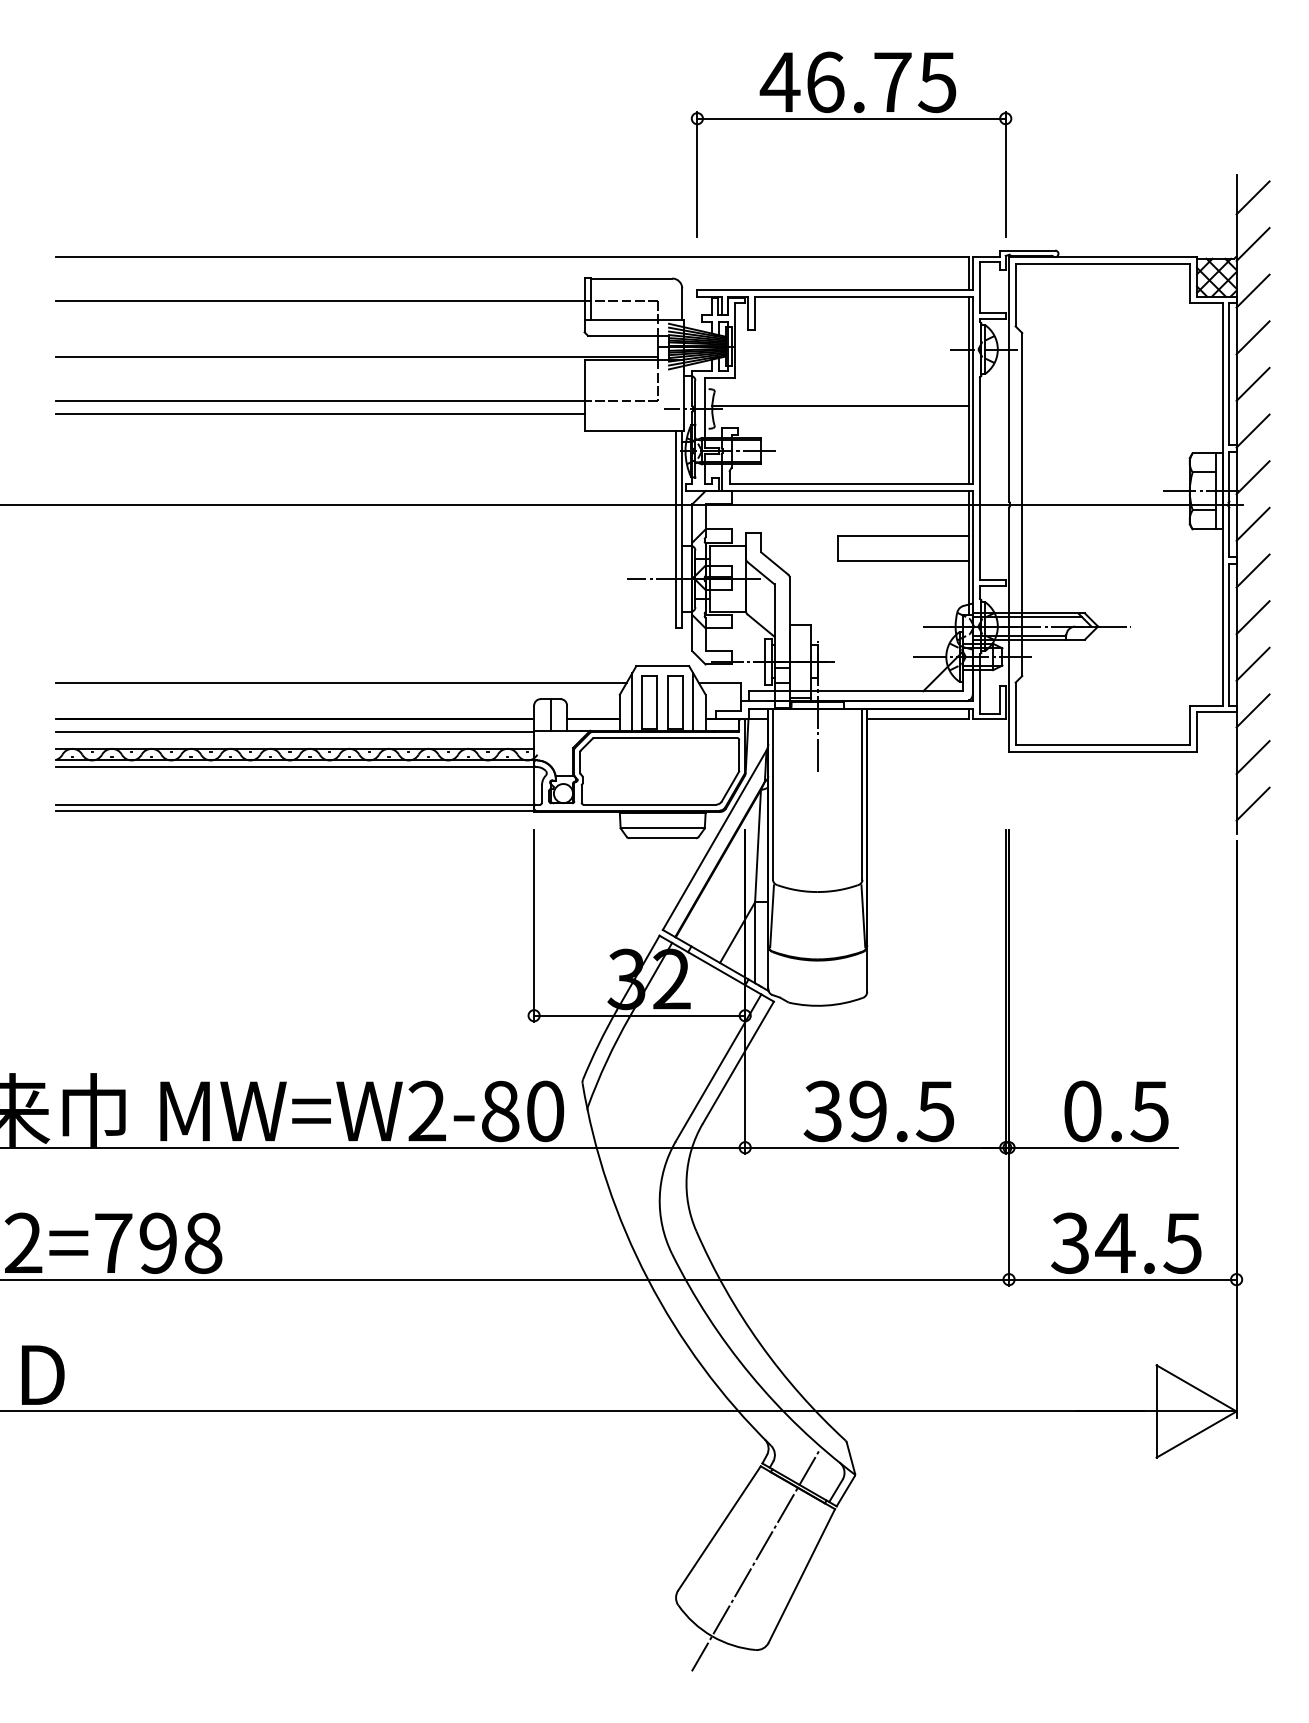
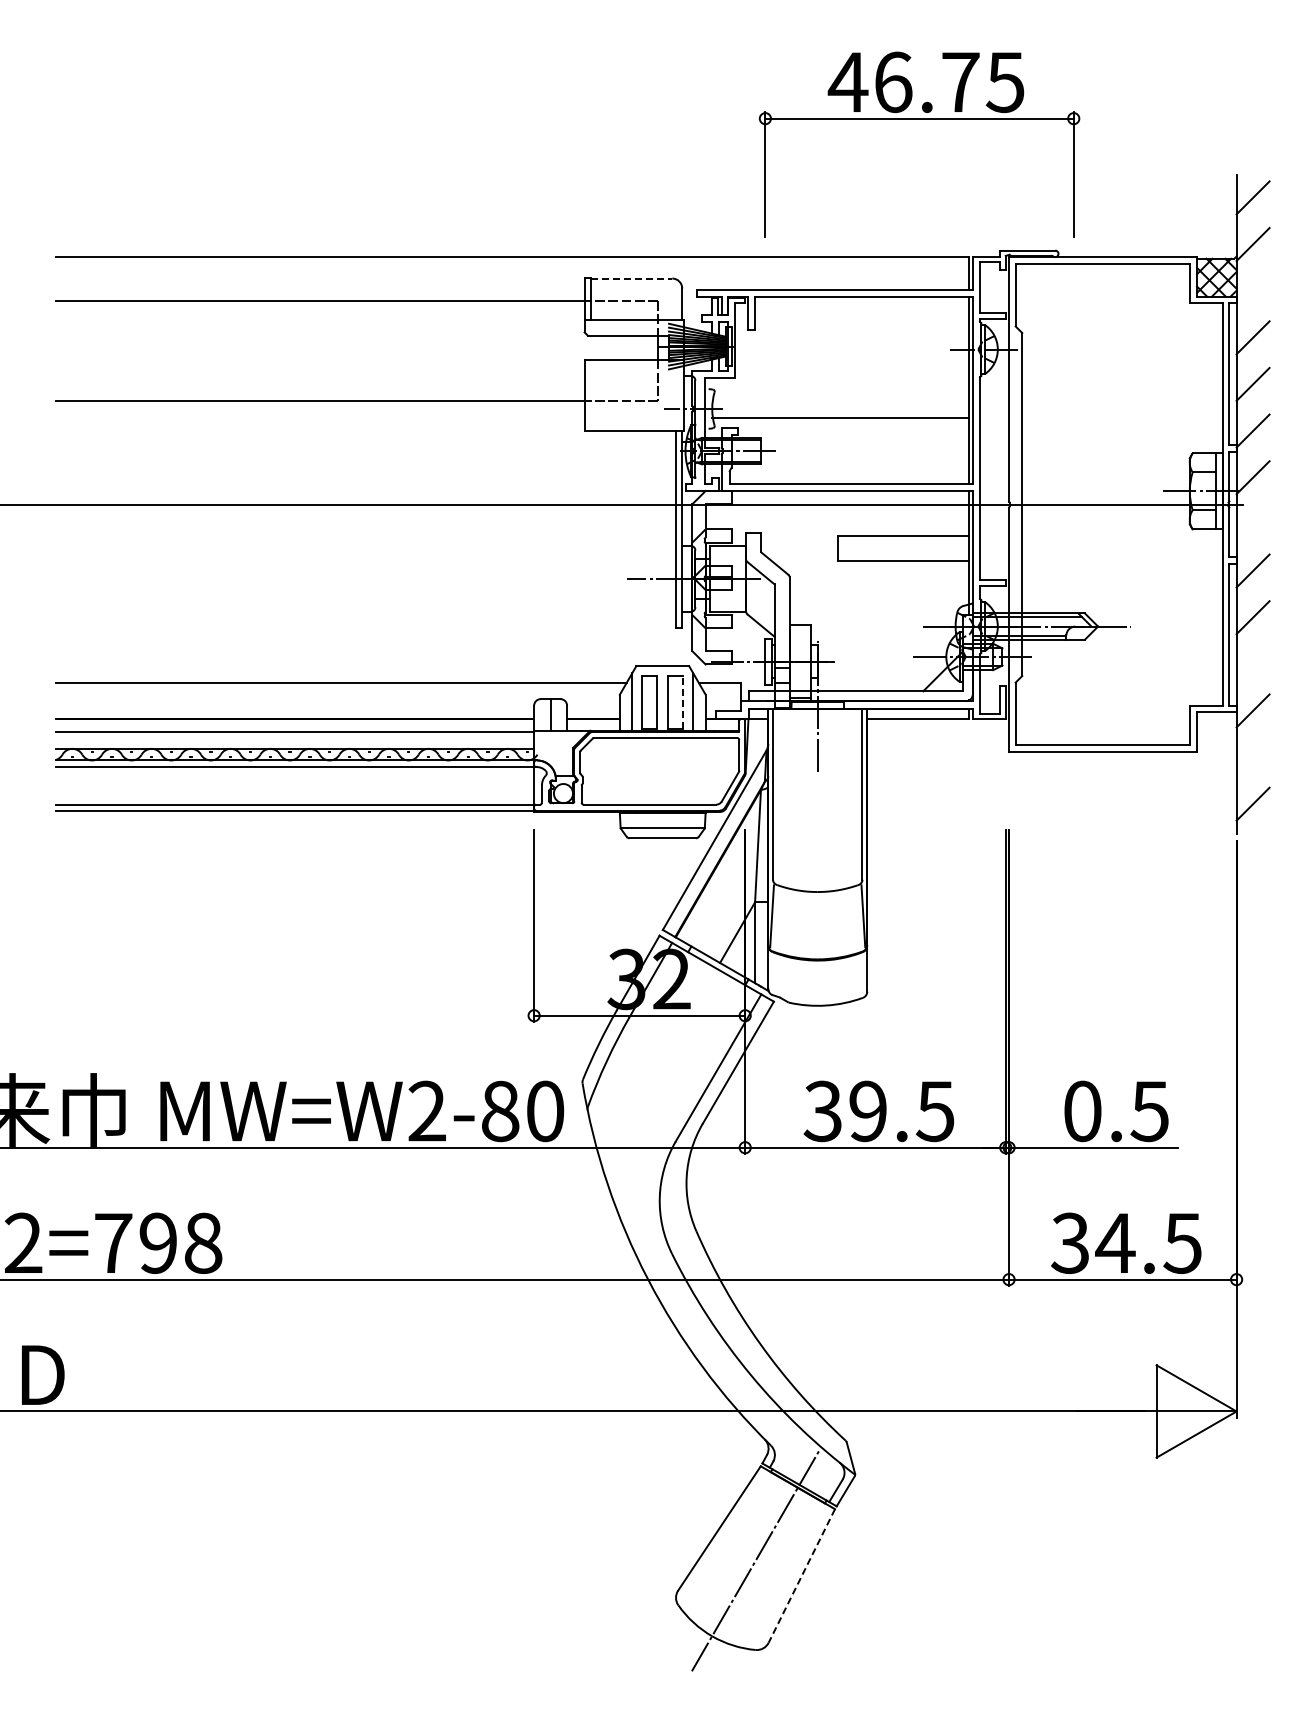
part at (851, 119) position: (851, 119) -> (919, 119)
line at (631, 278): solid -> dashed
line at (1252, 290): present -> none
line at (356, 356): present -> none
line at (840, 406) position: (840, 406) -> (840, 418)
line at (319, 413): present -> none
line at (1252, 523): present -> none
line at (1252, 663): present -> none
line at (683, 701): solid -> dashed
line at (1252, 757): present -> none
line at (801, 1575): solid -> dashed
